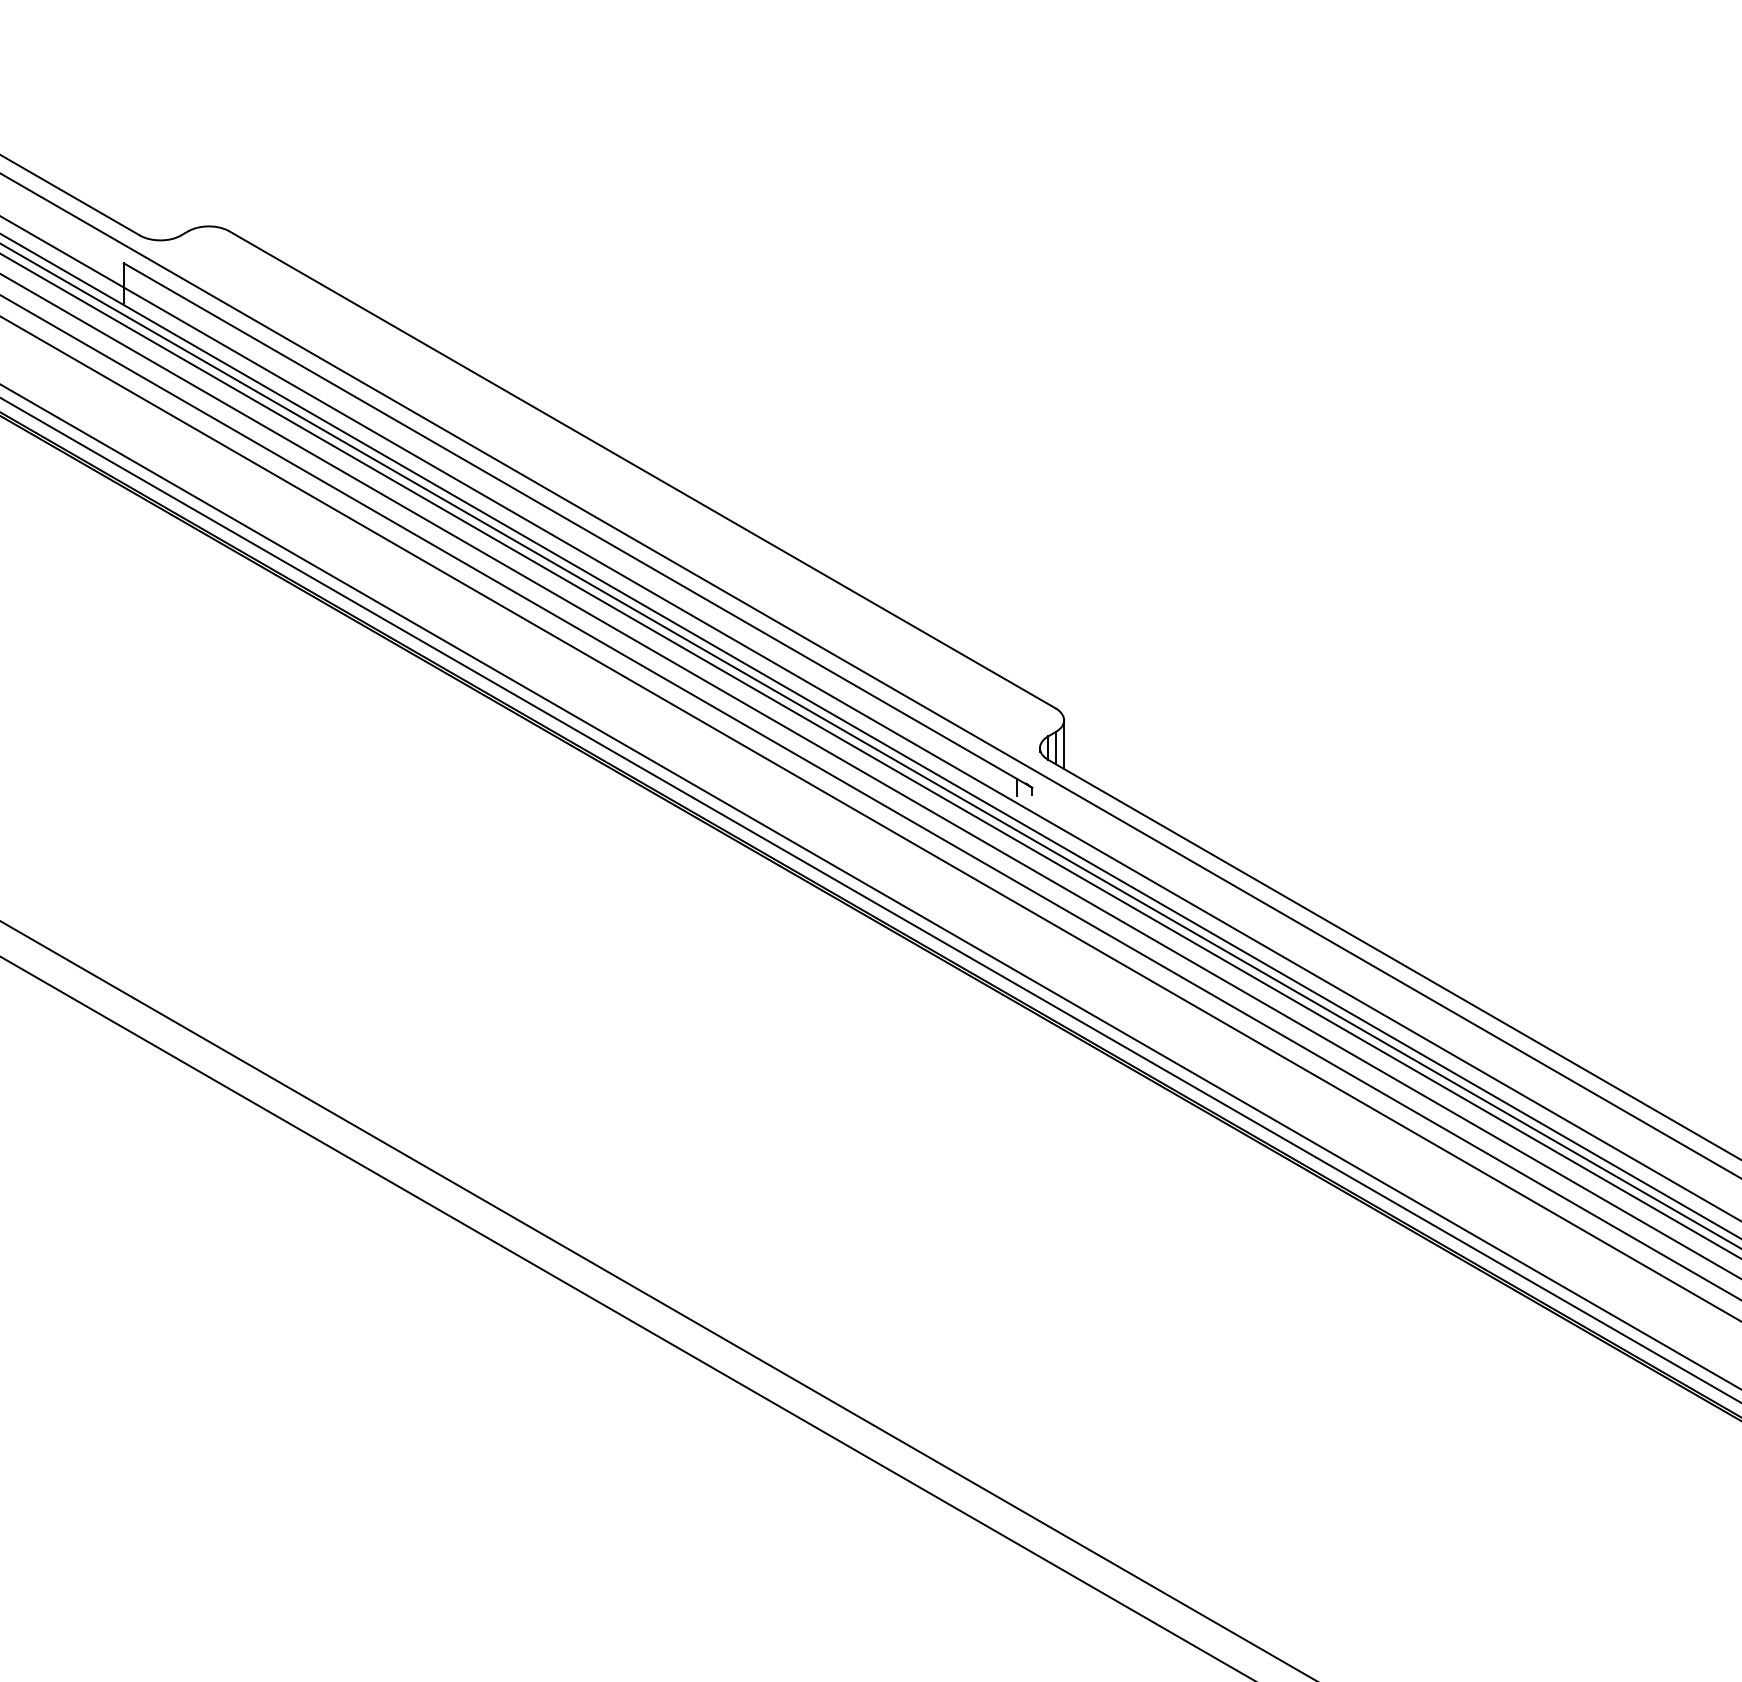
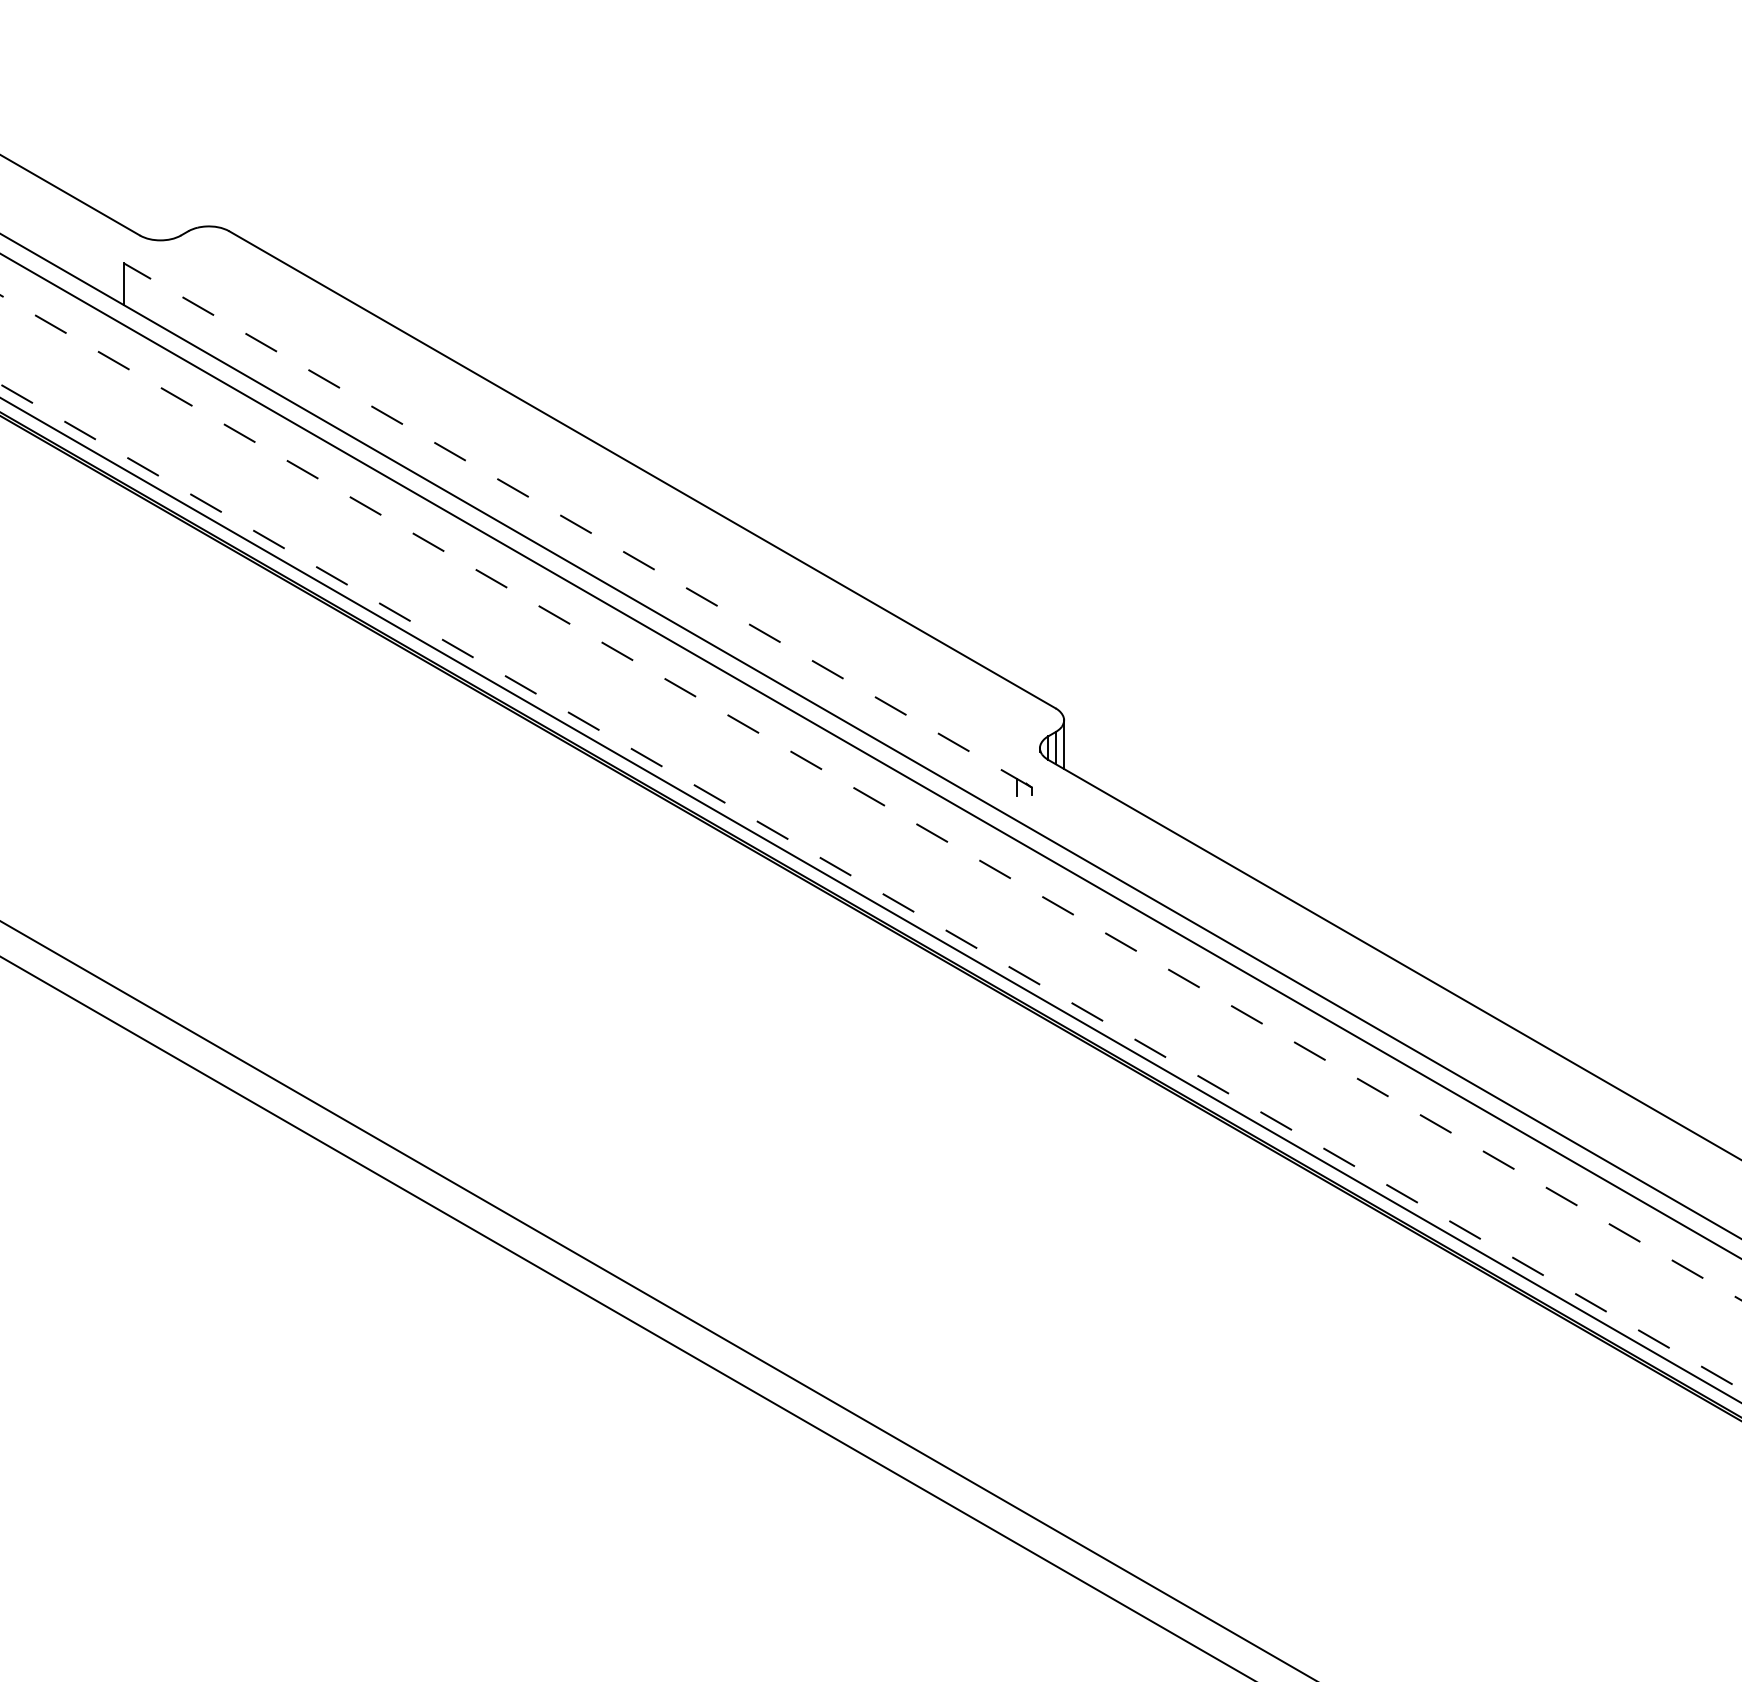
line at (578, 525): solid -> dashed
line at (870, 675): present -> none
line at (870, 718): present -> none
line at (870, 746): present -> none
line at (870, 776): present -> none
line at (871, 798): solid -> dashed
line at (870, 818): present -> none
line at (870, 886): solid -> dashed
